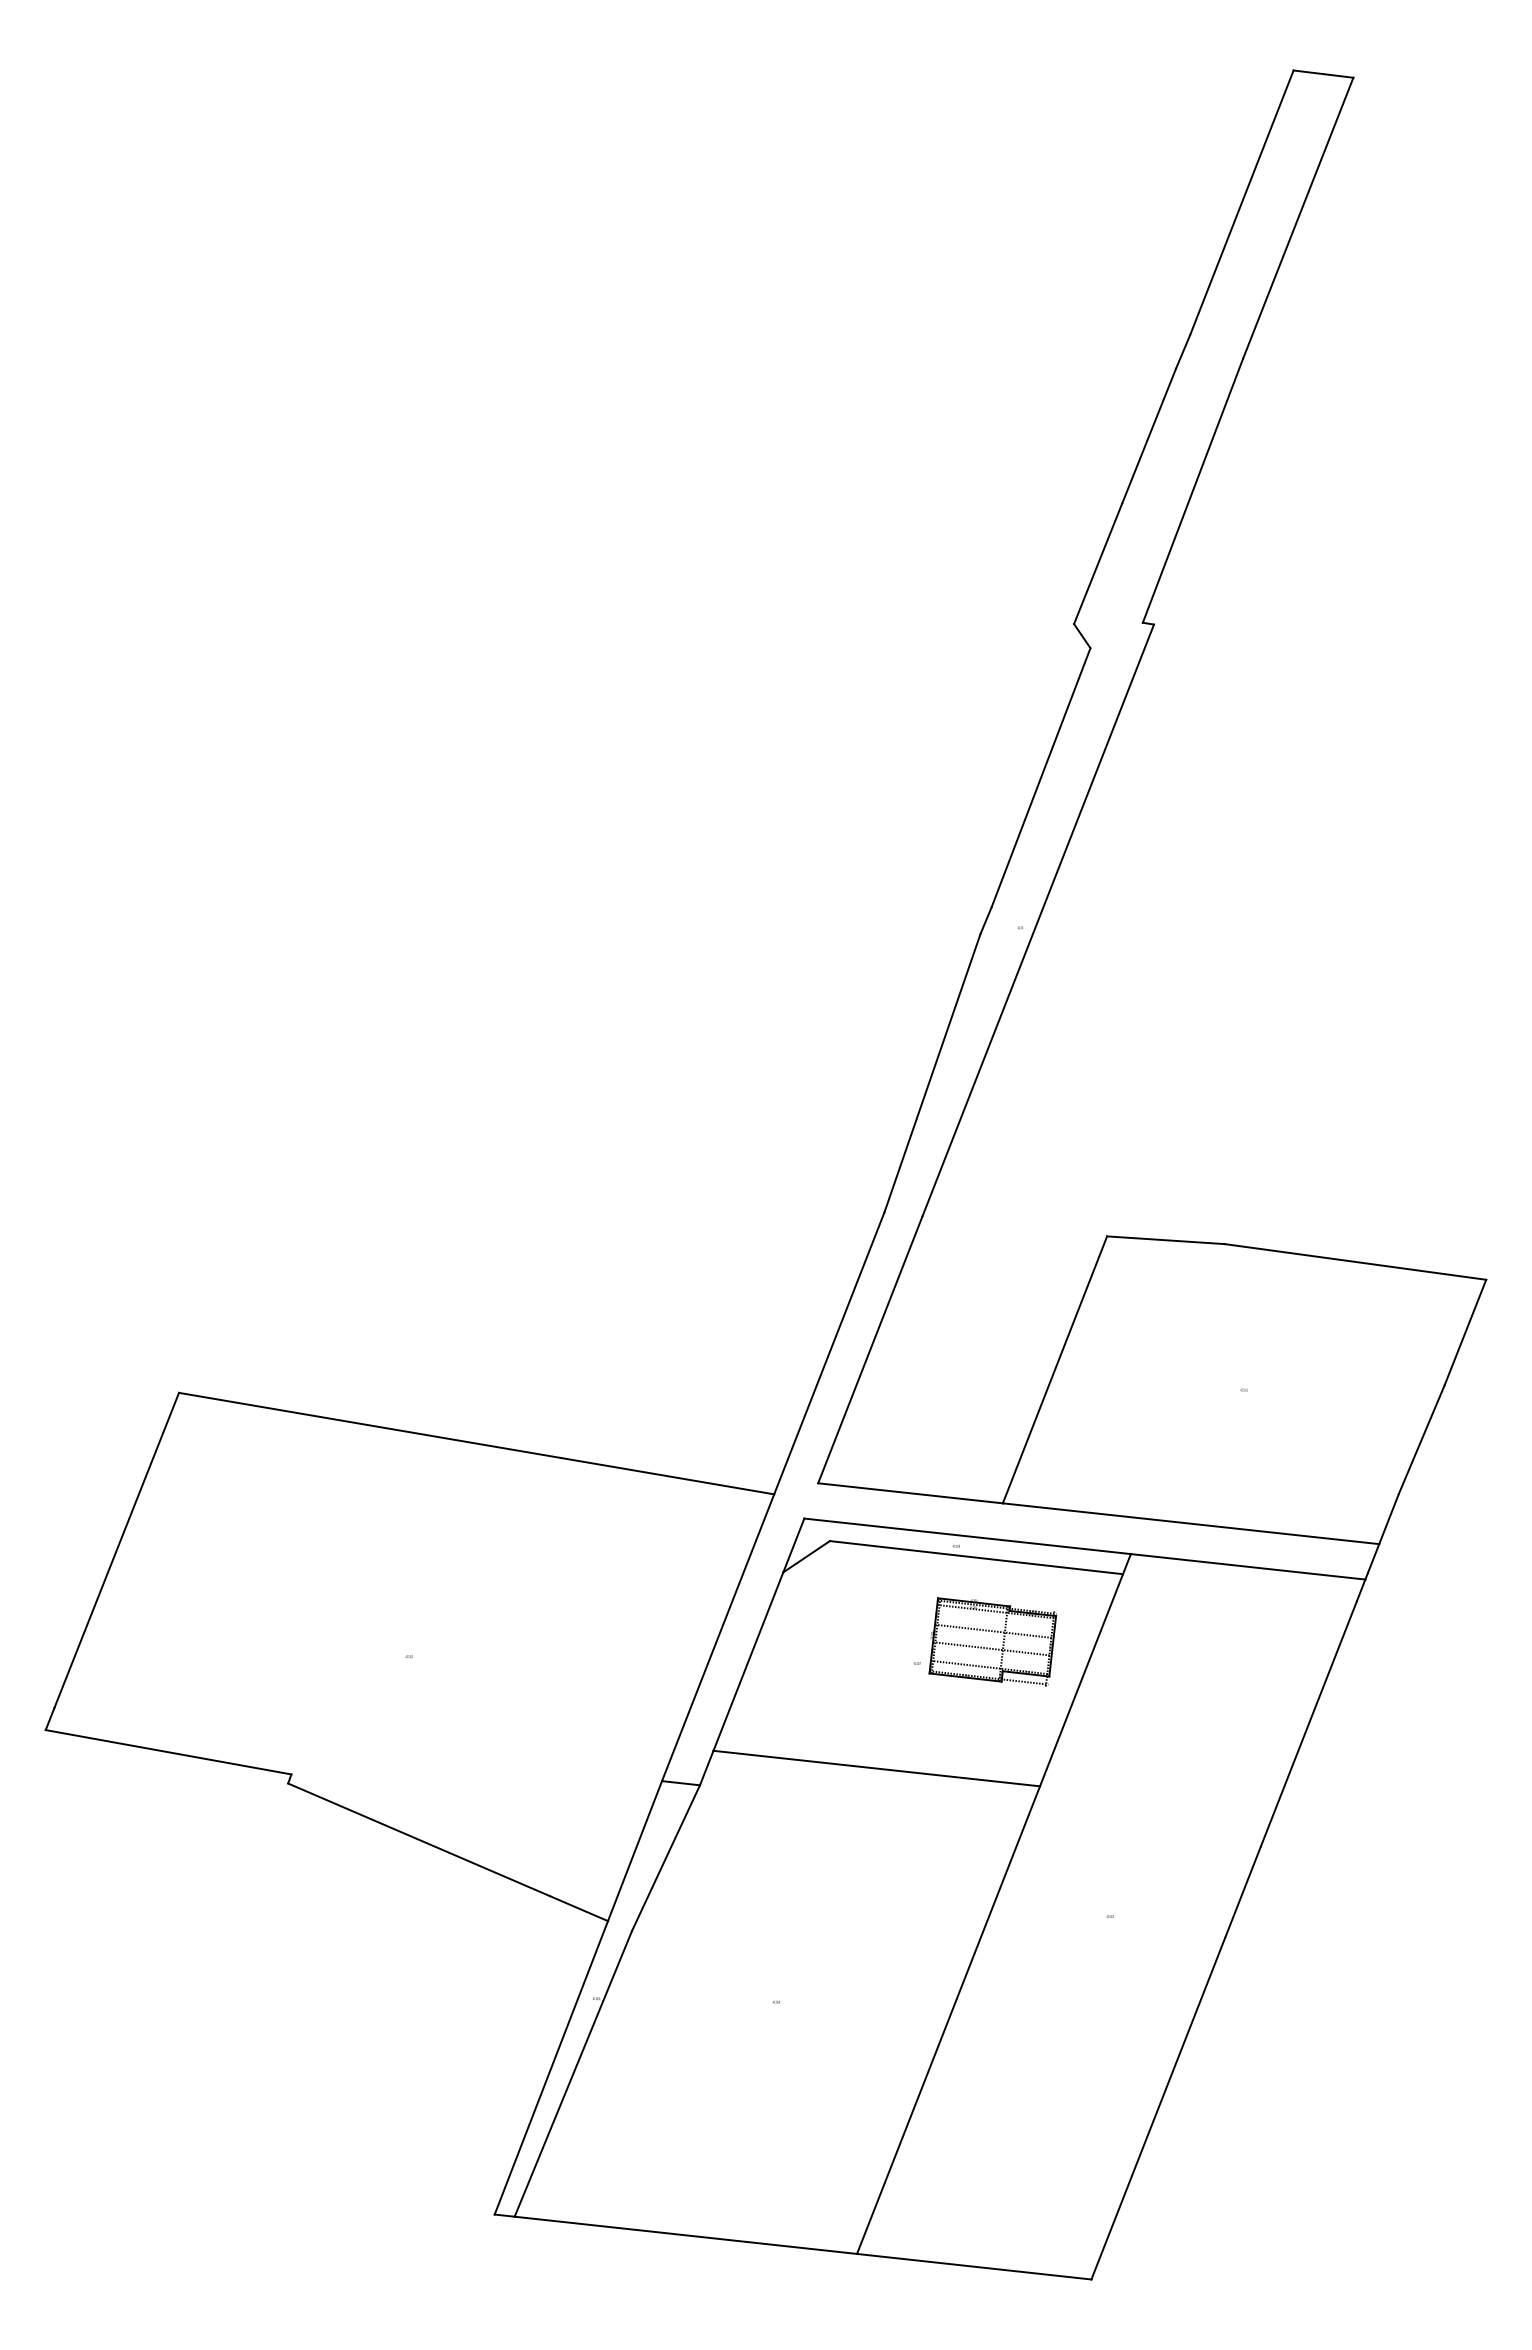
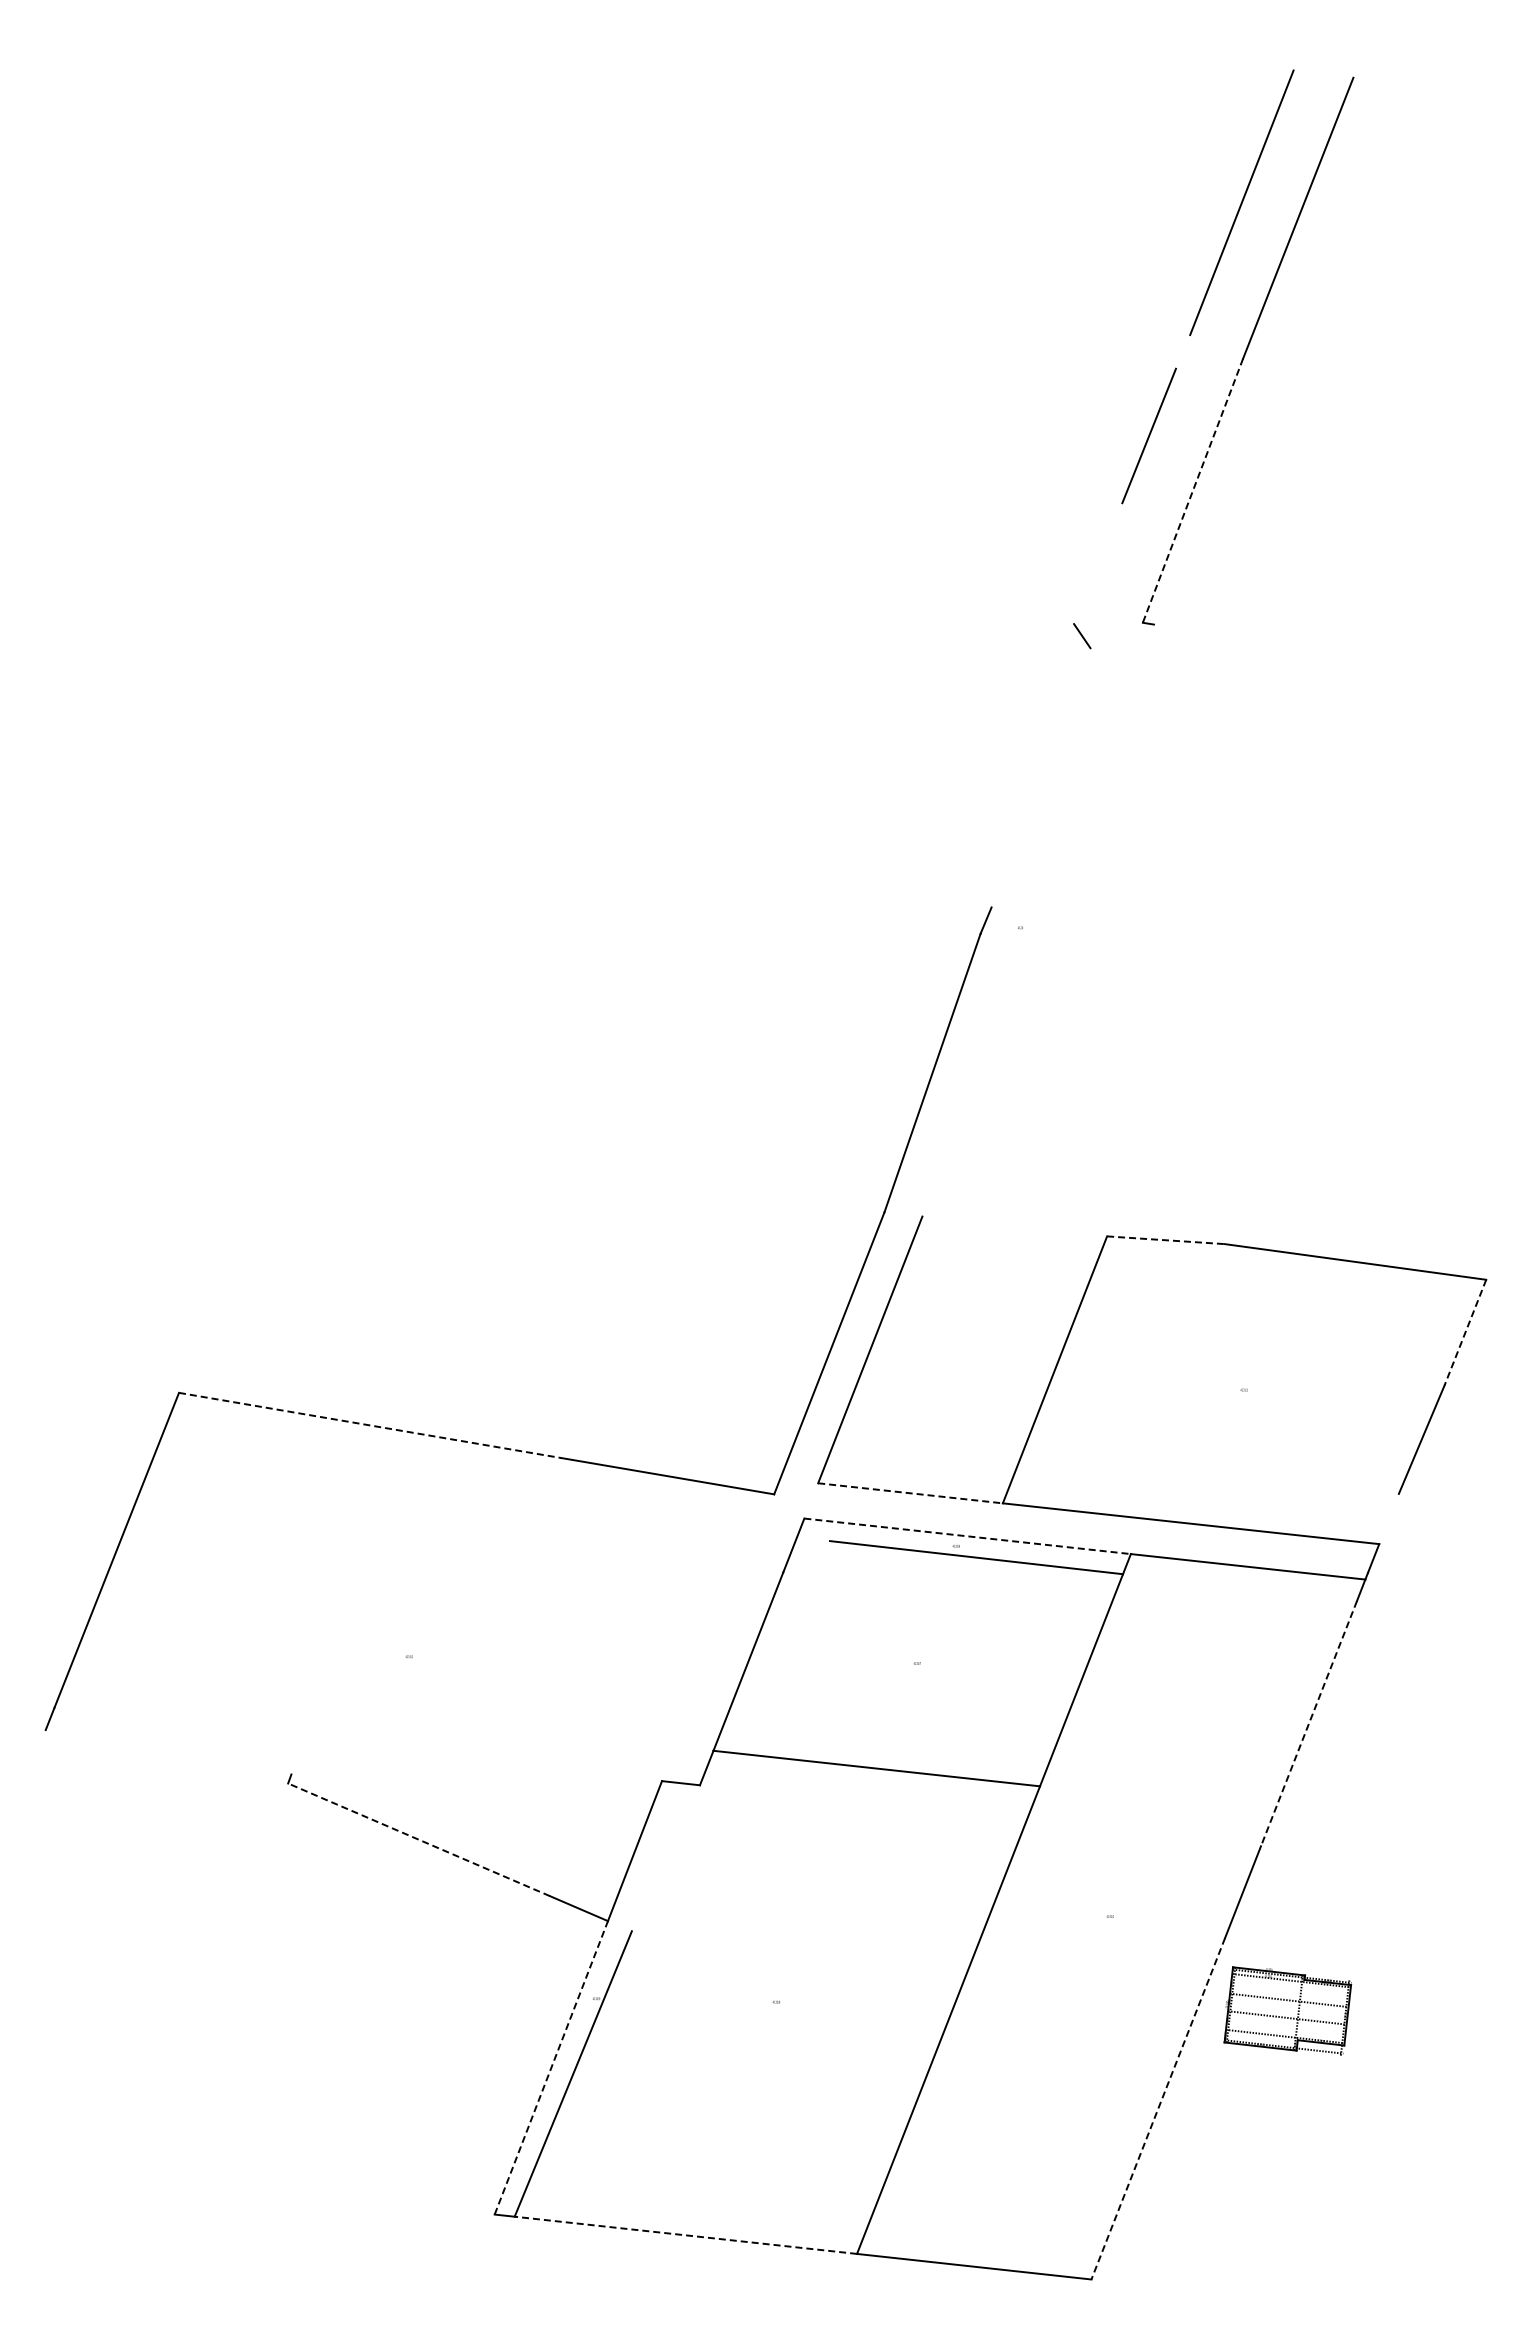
line at (1323, 73): present -> none
line at (1182, 351): present -> none
line at (1192, 491): solid -> dashed
line at (1098, 563): present -> none
line at (1040, 777): present -> none
line at (1038, 920): present -> none
line at (1166, 1240): solid -> dashed
line at (1465, 1332): solid -> dashed
line at (370, 1425): solid -> dashed
line at (910, 1493): solid -> dashed
line at (1388, 1518): present -> none
line at (968, 1536): solid -> dashed
line at (806, 1556): present -> none
line at (718, 1637): present -> none
part at (992, 1641) position: (992, 1641) -> (1287, 2010)
line at (1308, 1723): solid -> dashed
line at (168, 1752): present -> none
line at (419, 1839): solid -> dashed
line at (665, 1858): present -> none
line at (551, 2067): solid -> dashed
line at (1158, 2109): solid -> dashed
line at (685, 2235): solid -> dashed
